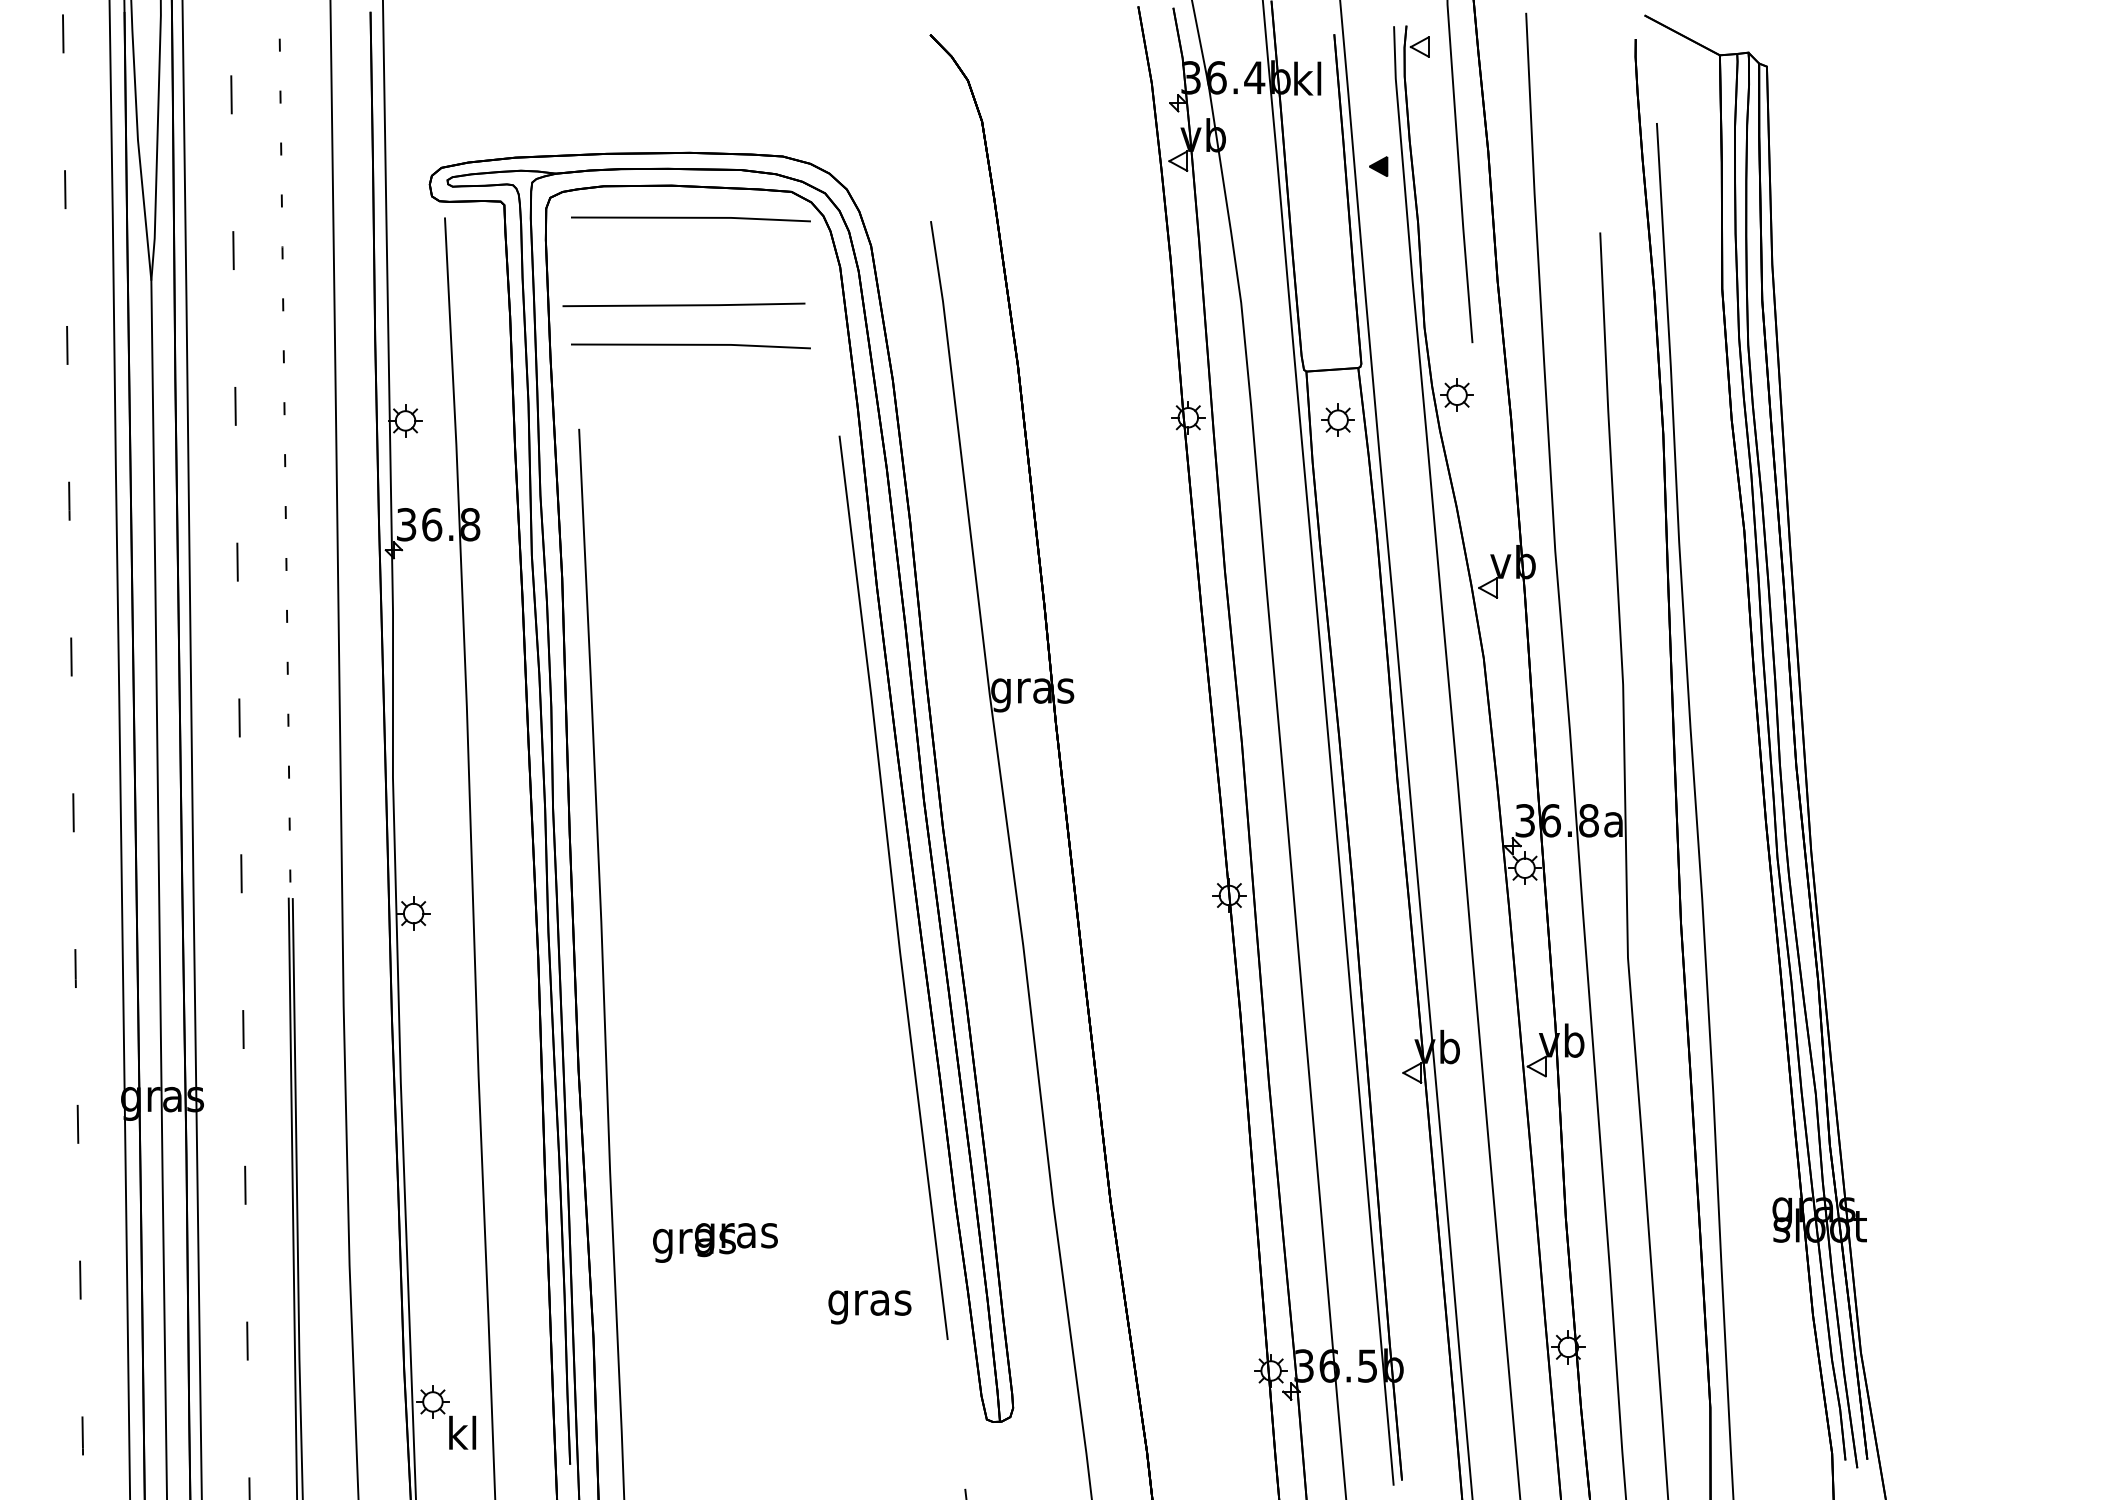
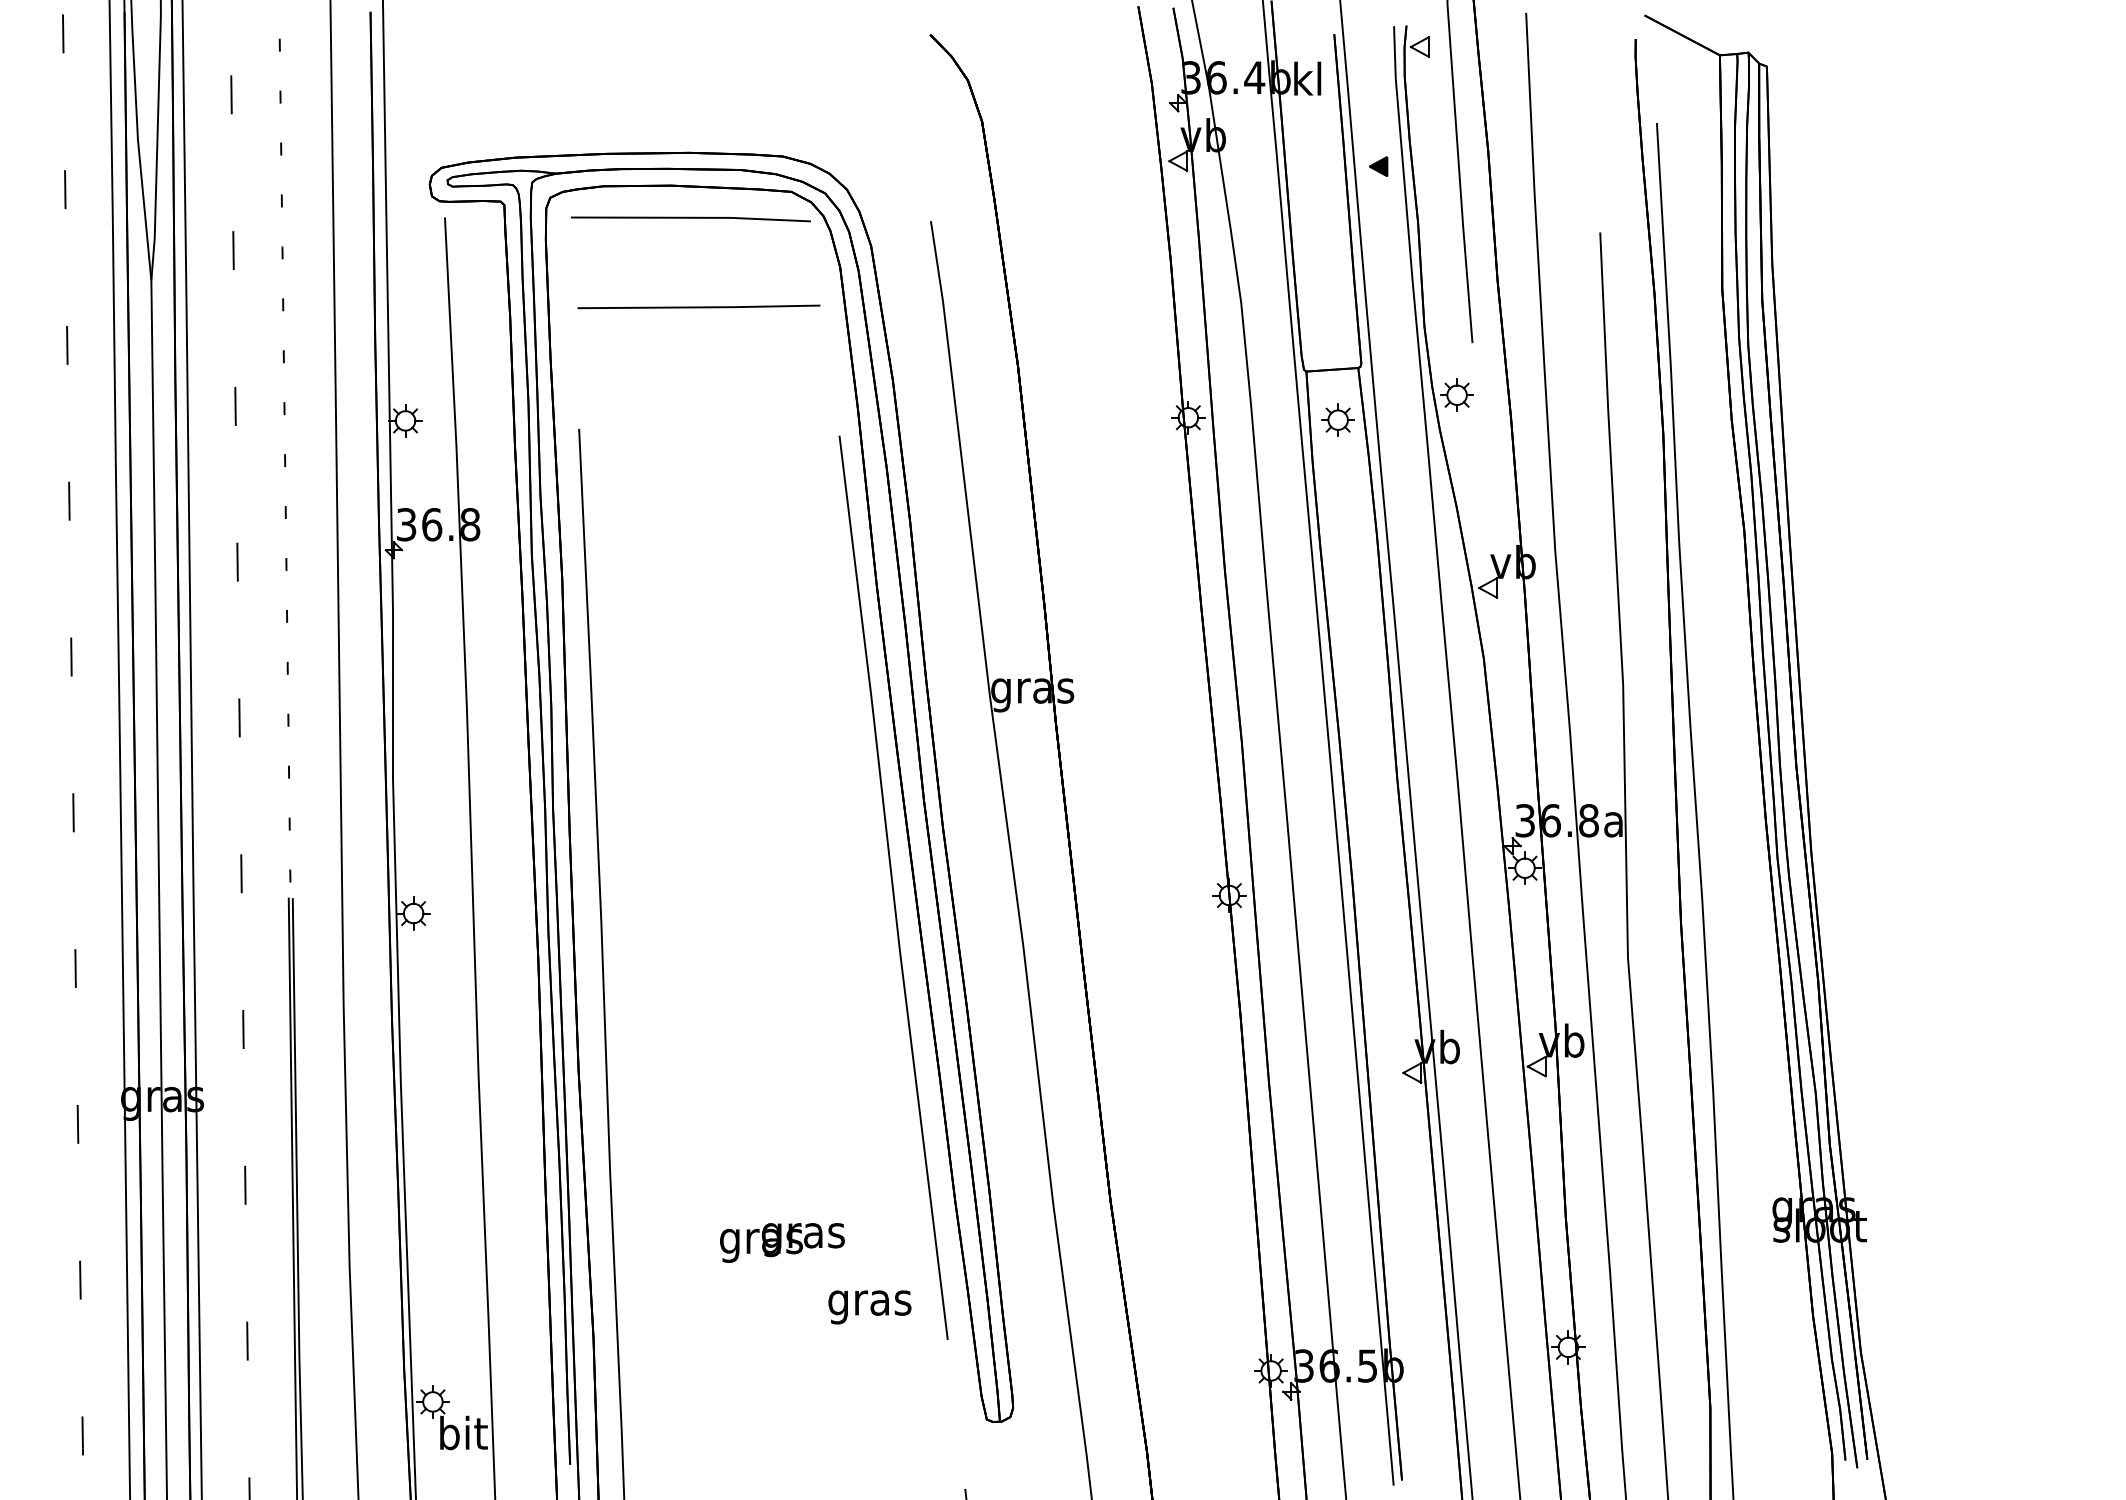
line at (683, 304) position: (683, 304) -> (698, 306)
line at (690, 345): present -> none
text at (715, 1242) position: (715, 1242) -> (782, 1242)
text at (463, 1432): kl -> bit
